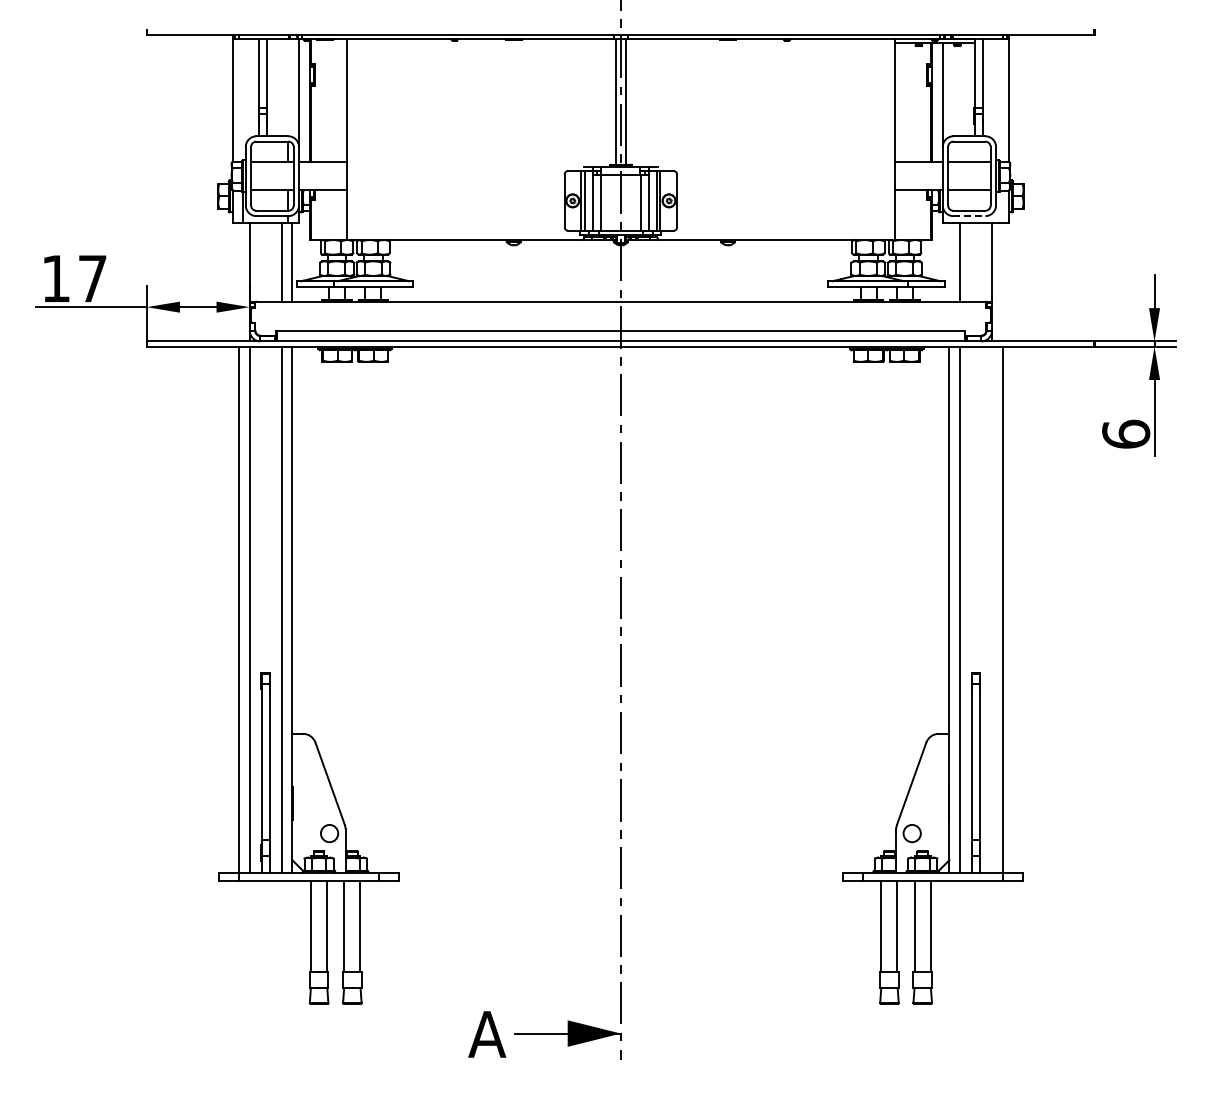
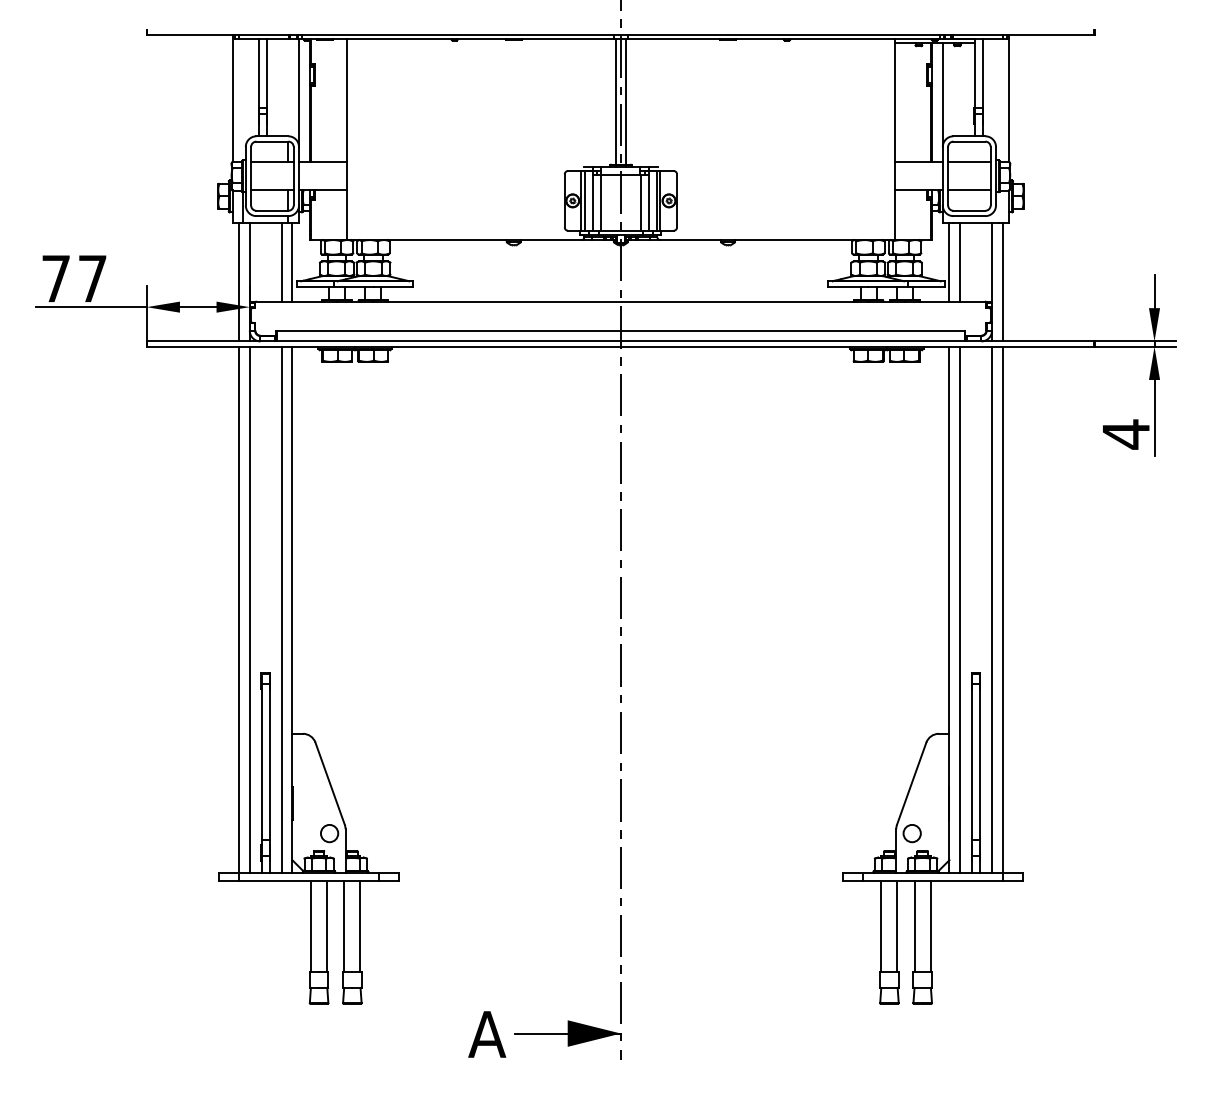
line at (969, 216): dashed -> solid
line at (949, 261): none -> present
text at (55, 278): 17 -> 77
line at (239, 281): none -> present
line at (1002, 281): none -> present
text at (1126, 434): 6 -> 4
line at (992, 609): none -> present
